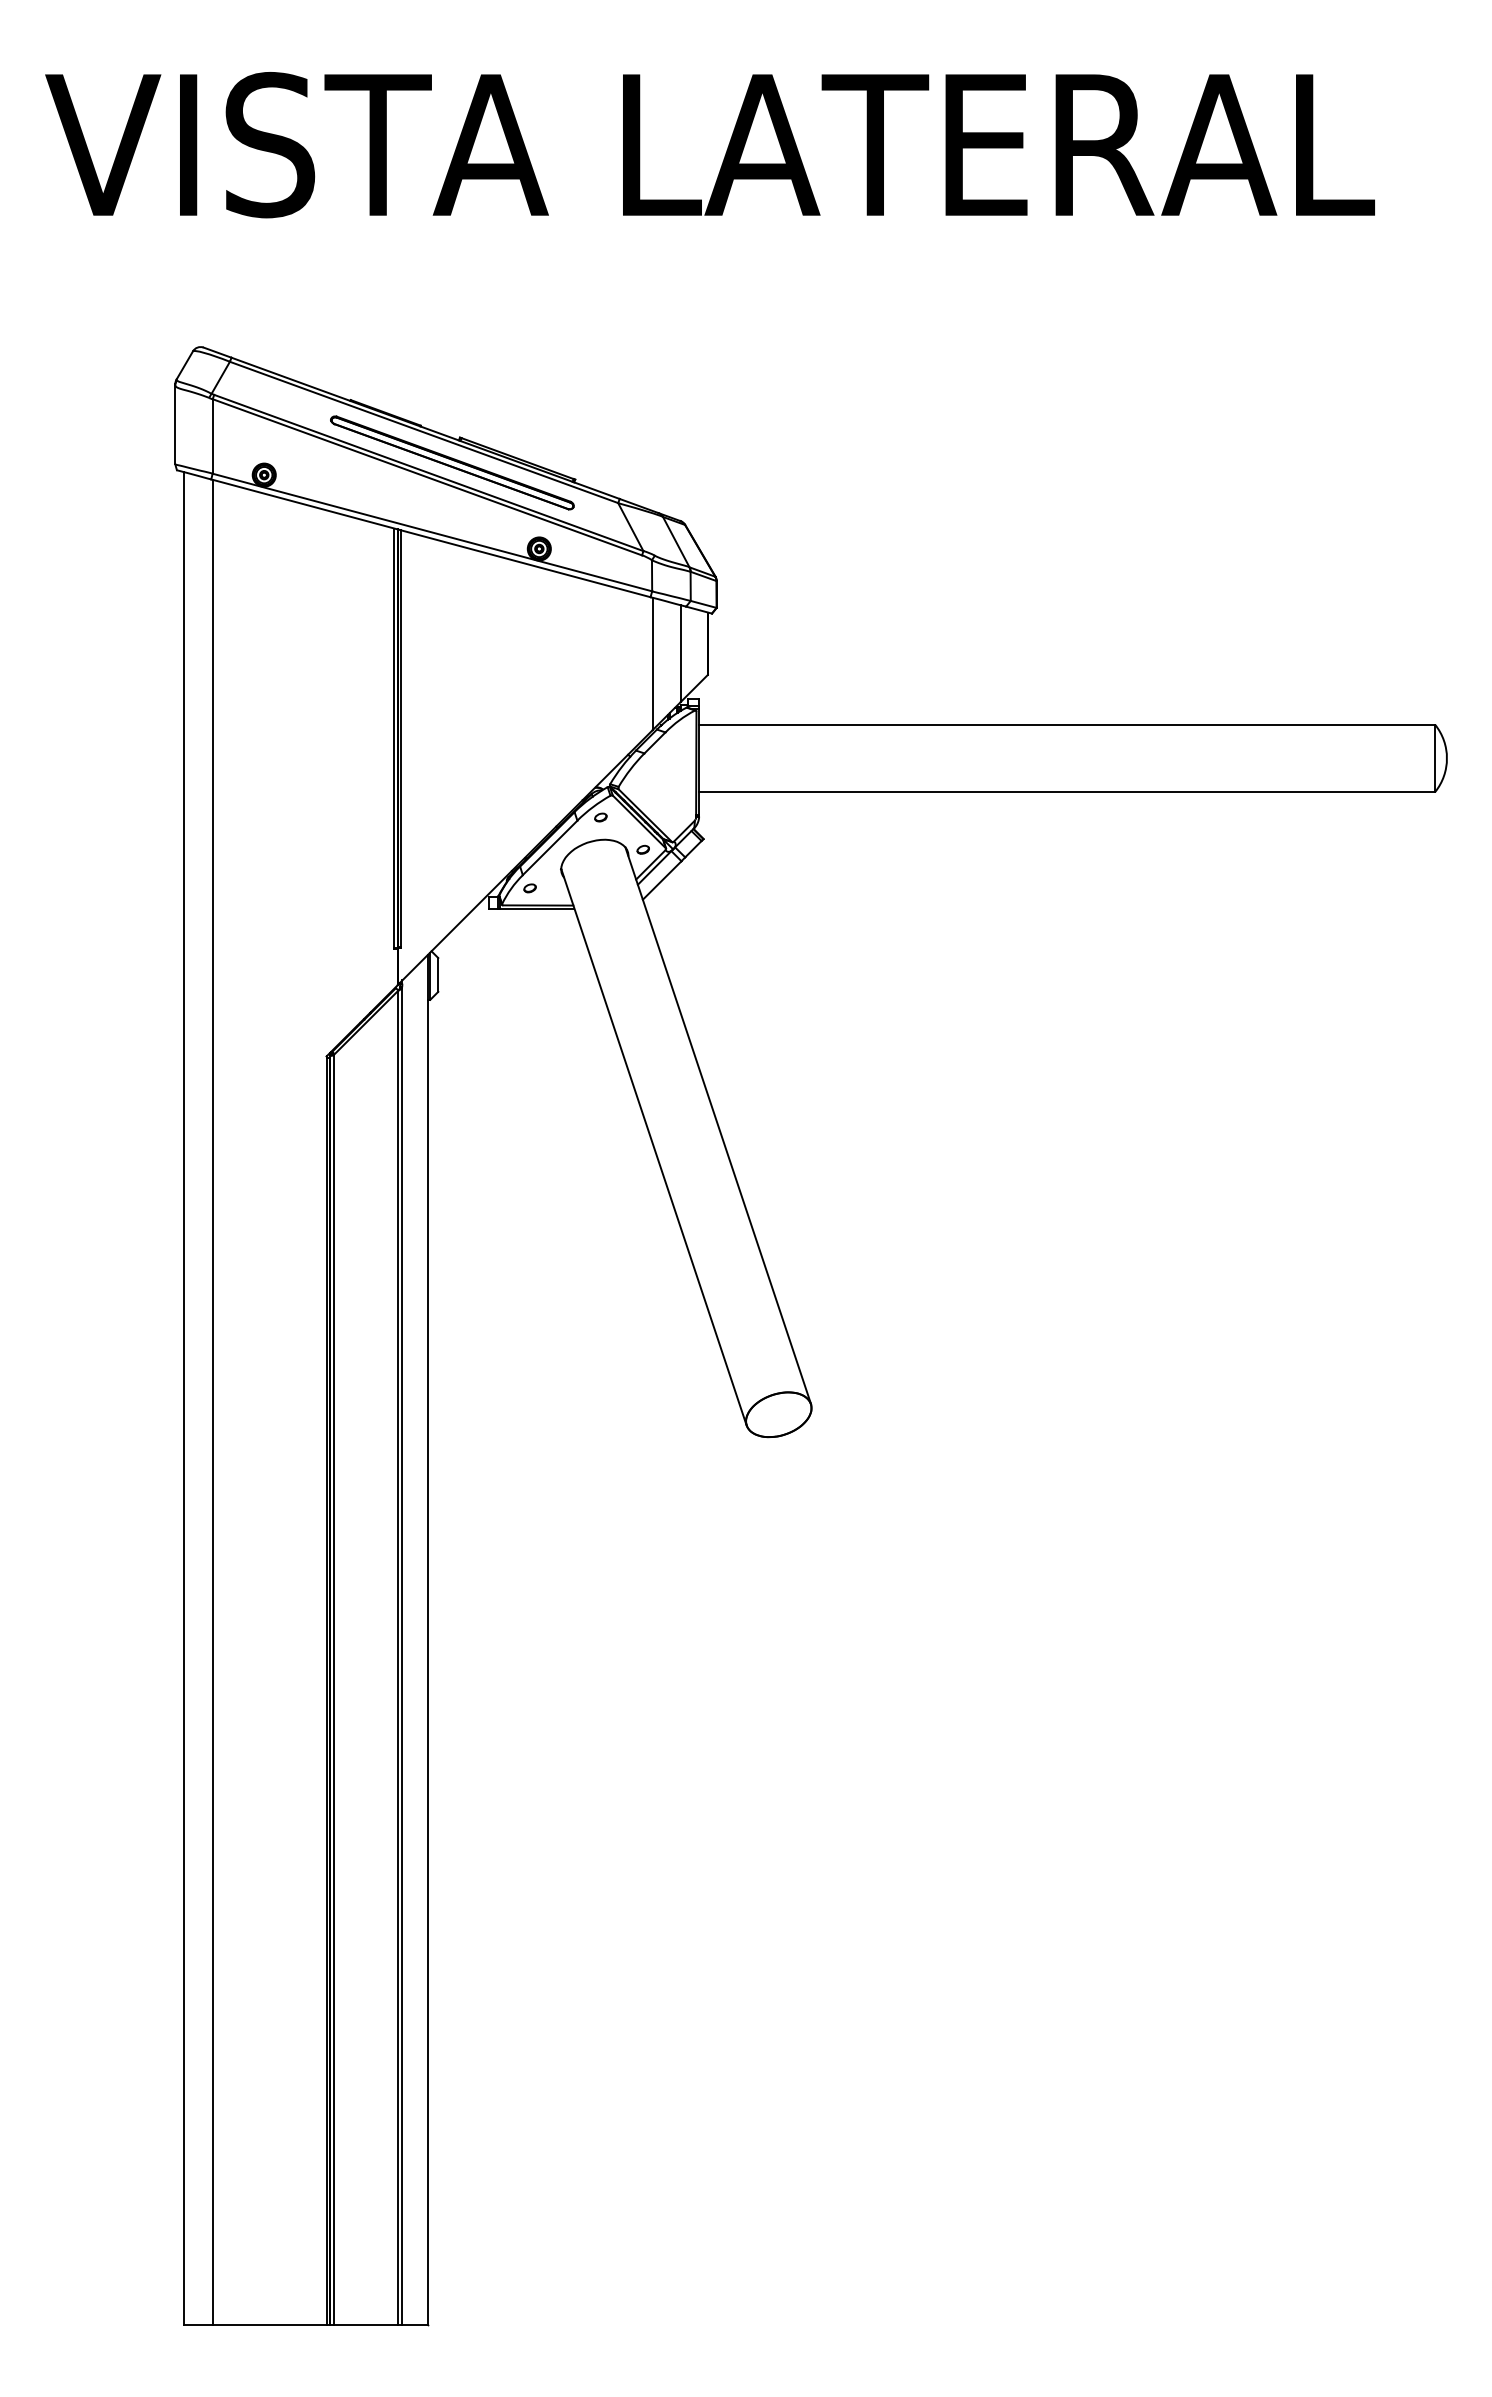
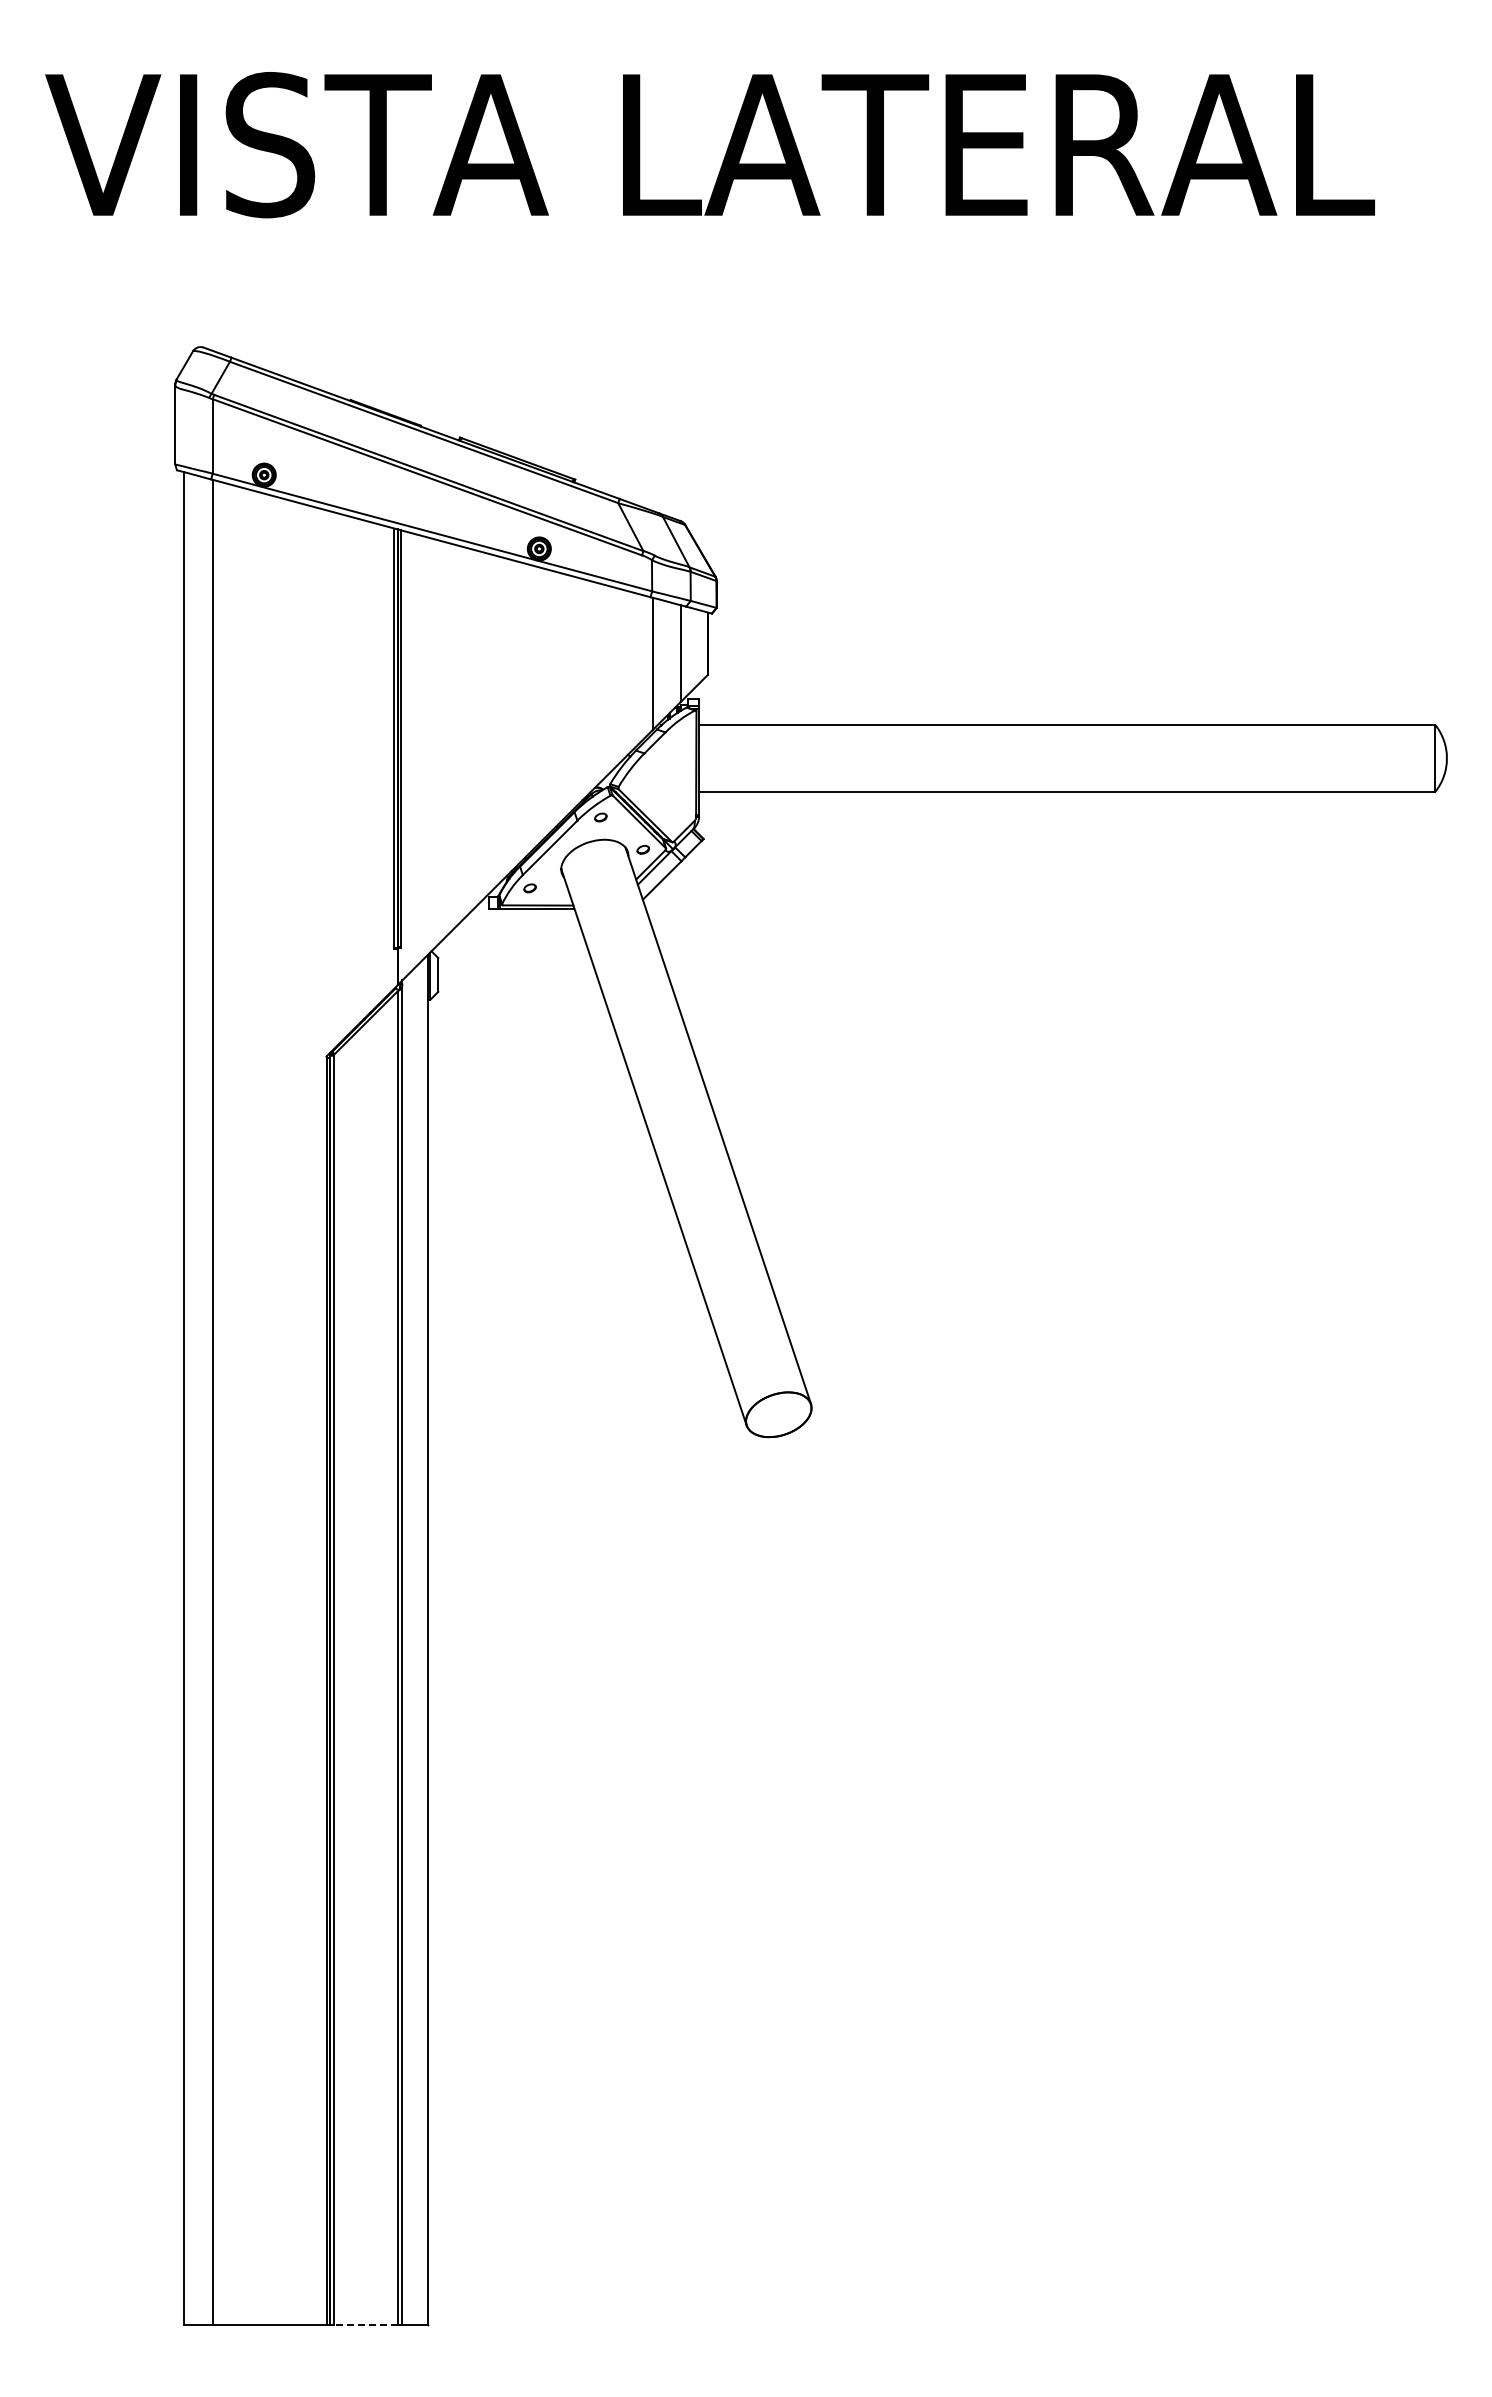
part at (452, 462): present -> none
line at (365, 2325): solid -> dashed
